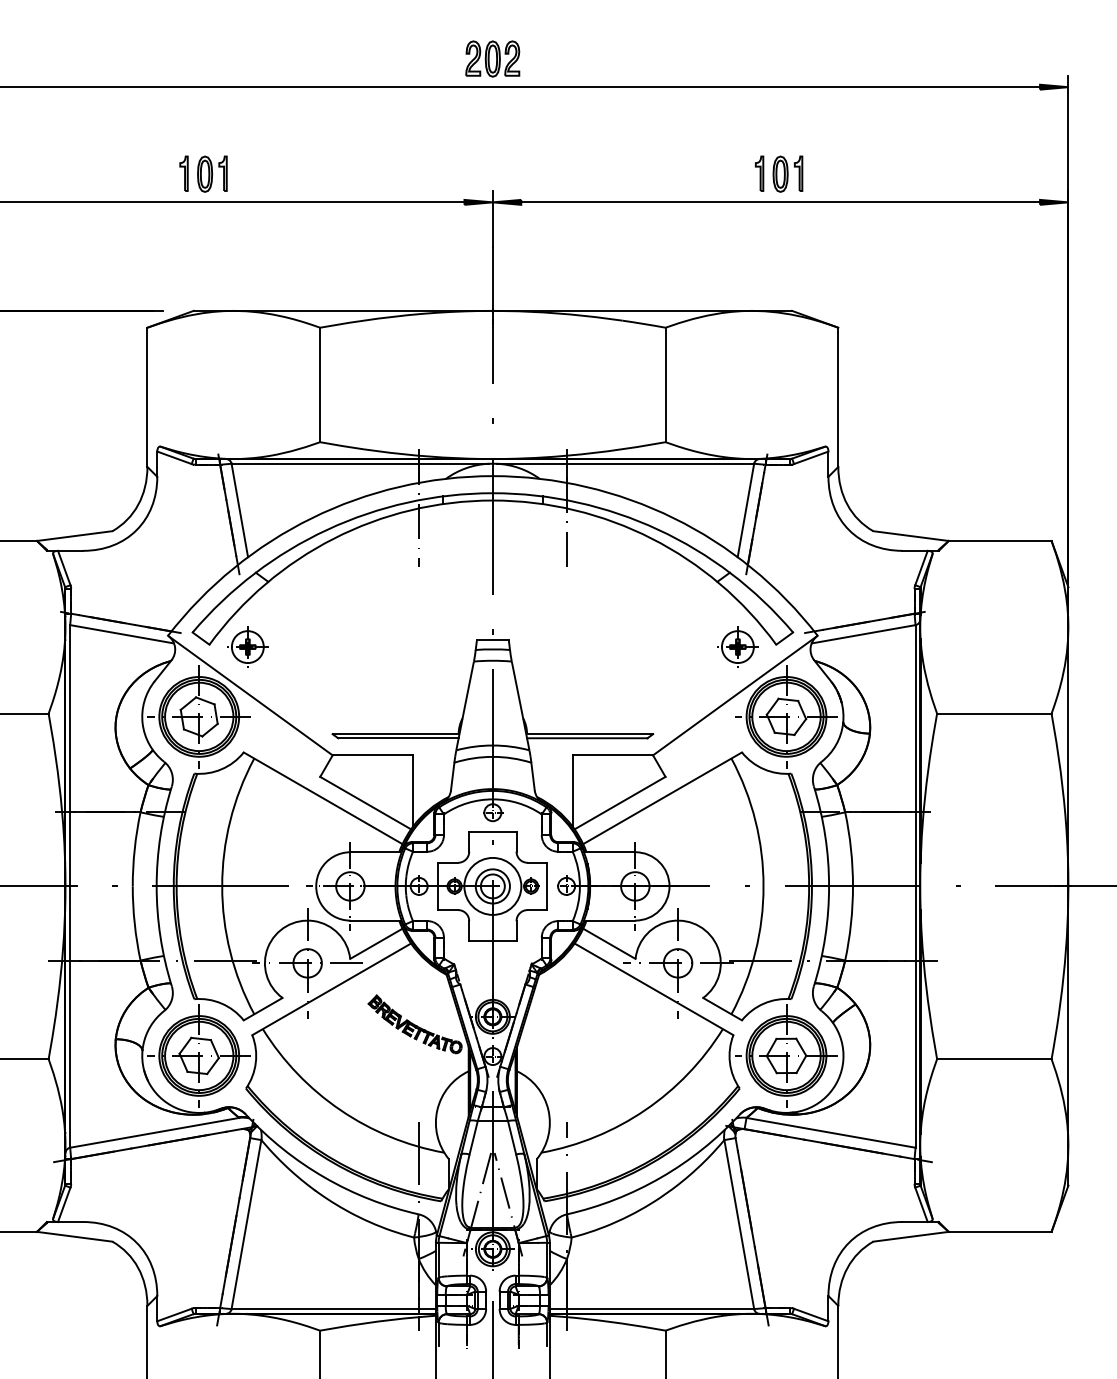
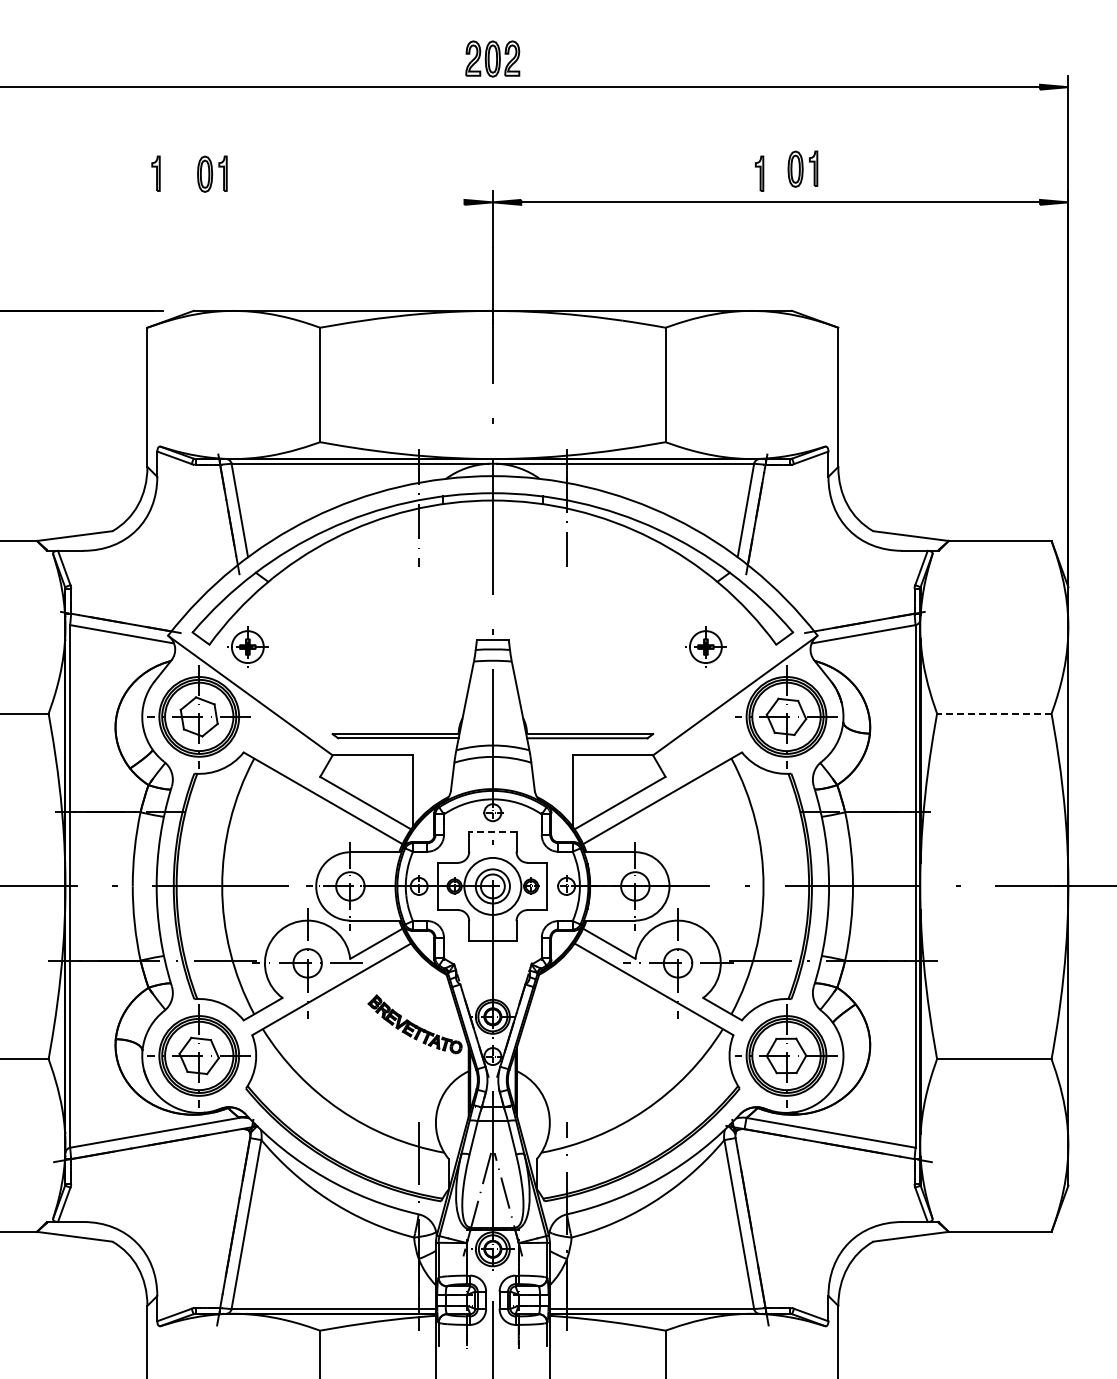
part at (183, 173) position: (183, 173) -> (155, 173)
part at (787, 173) position: (787, 173) -> (802, 168)
line at (233, 202): present -> none
part at (737, 646) position: (737, 646) -> (705, 646)
line at (993, 713): solid -> dashed
line at (492, 832): solid -> dashed
